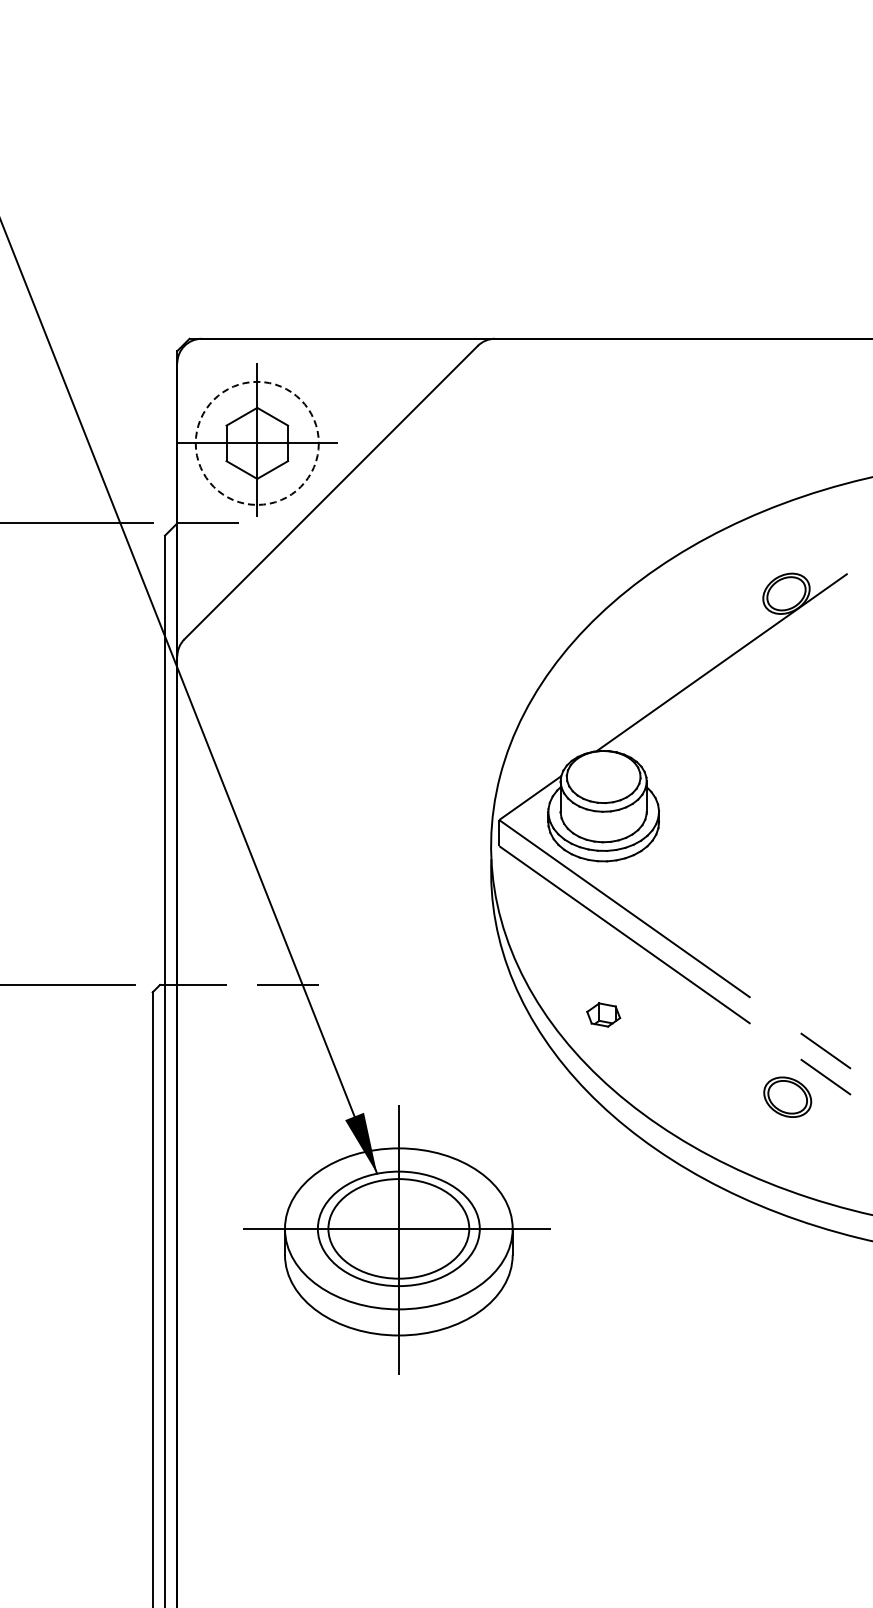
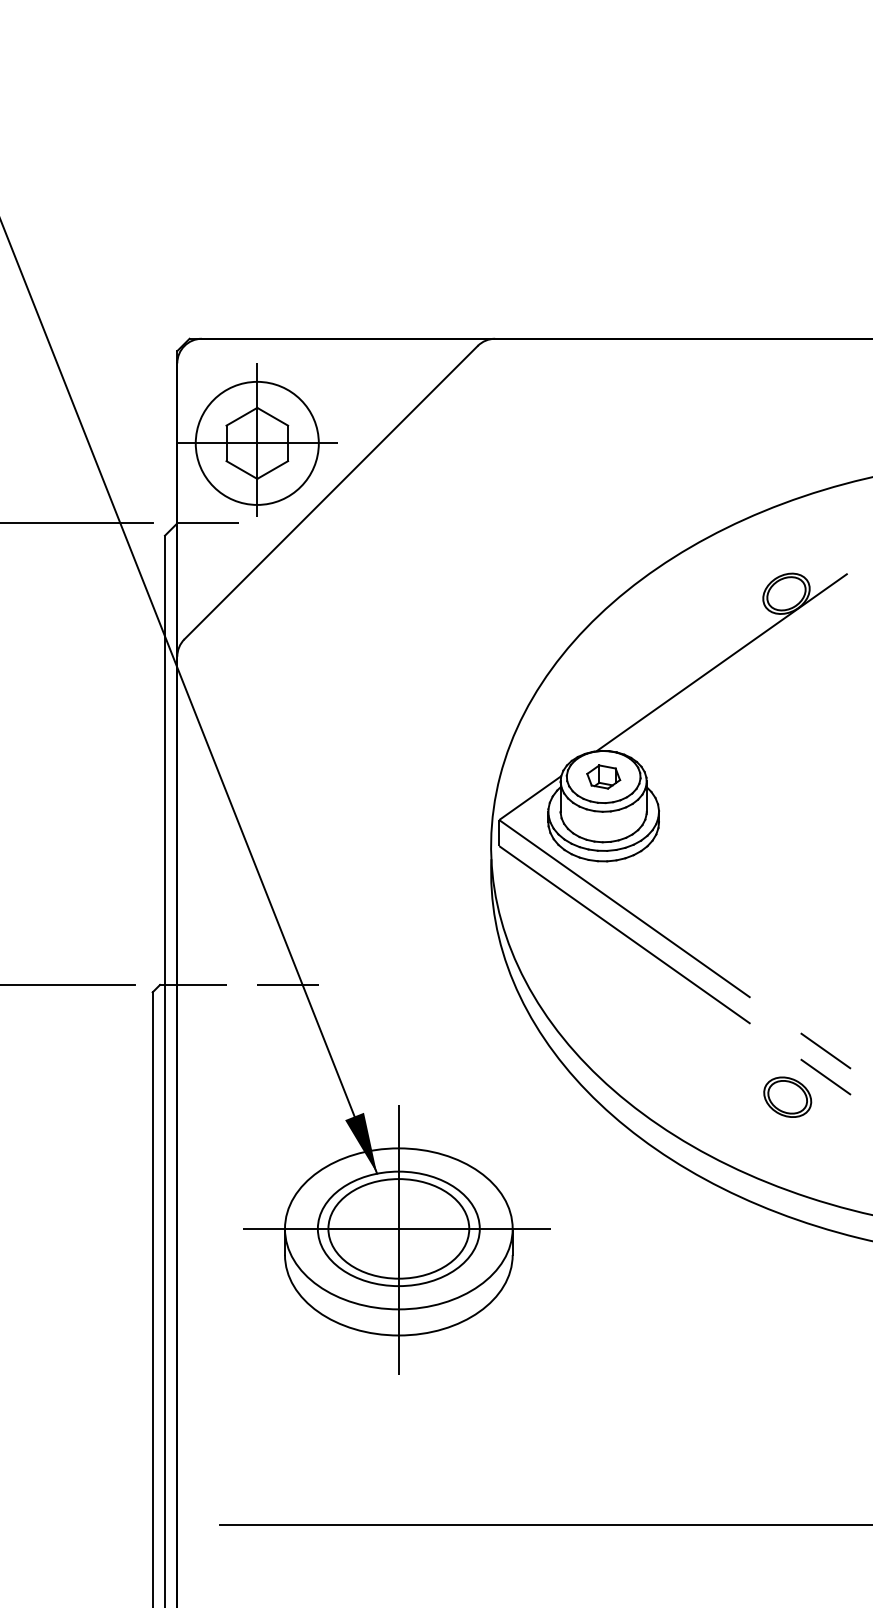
circle at (256, 442): dashed -> solid
part at (603, 1014) position: (603, 1014) -> (603, 776)
line at (544, 1524): none -> present
